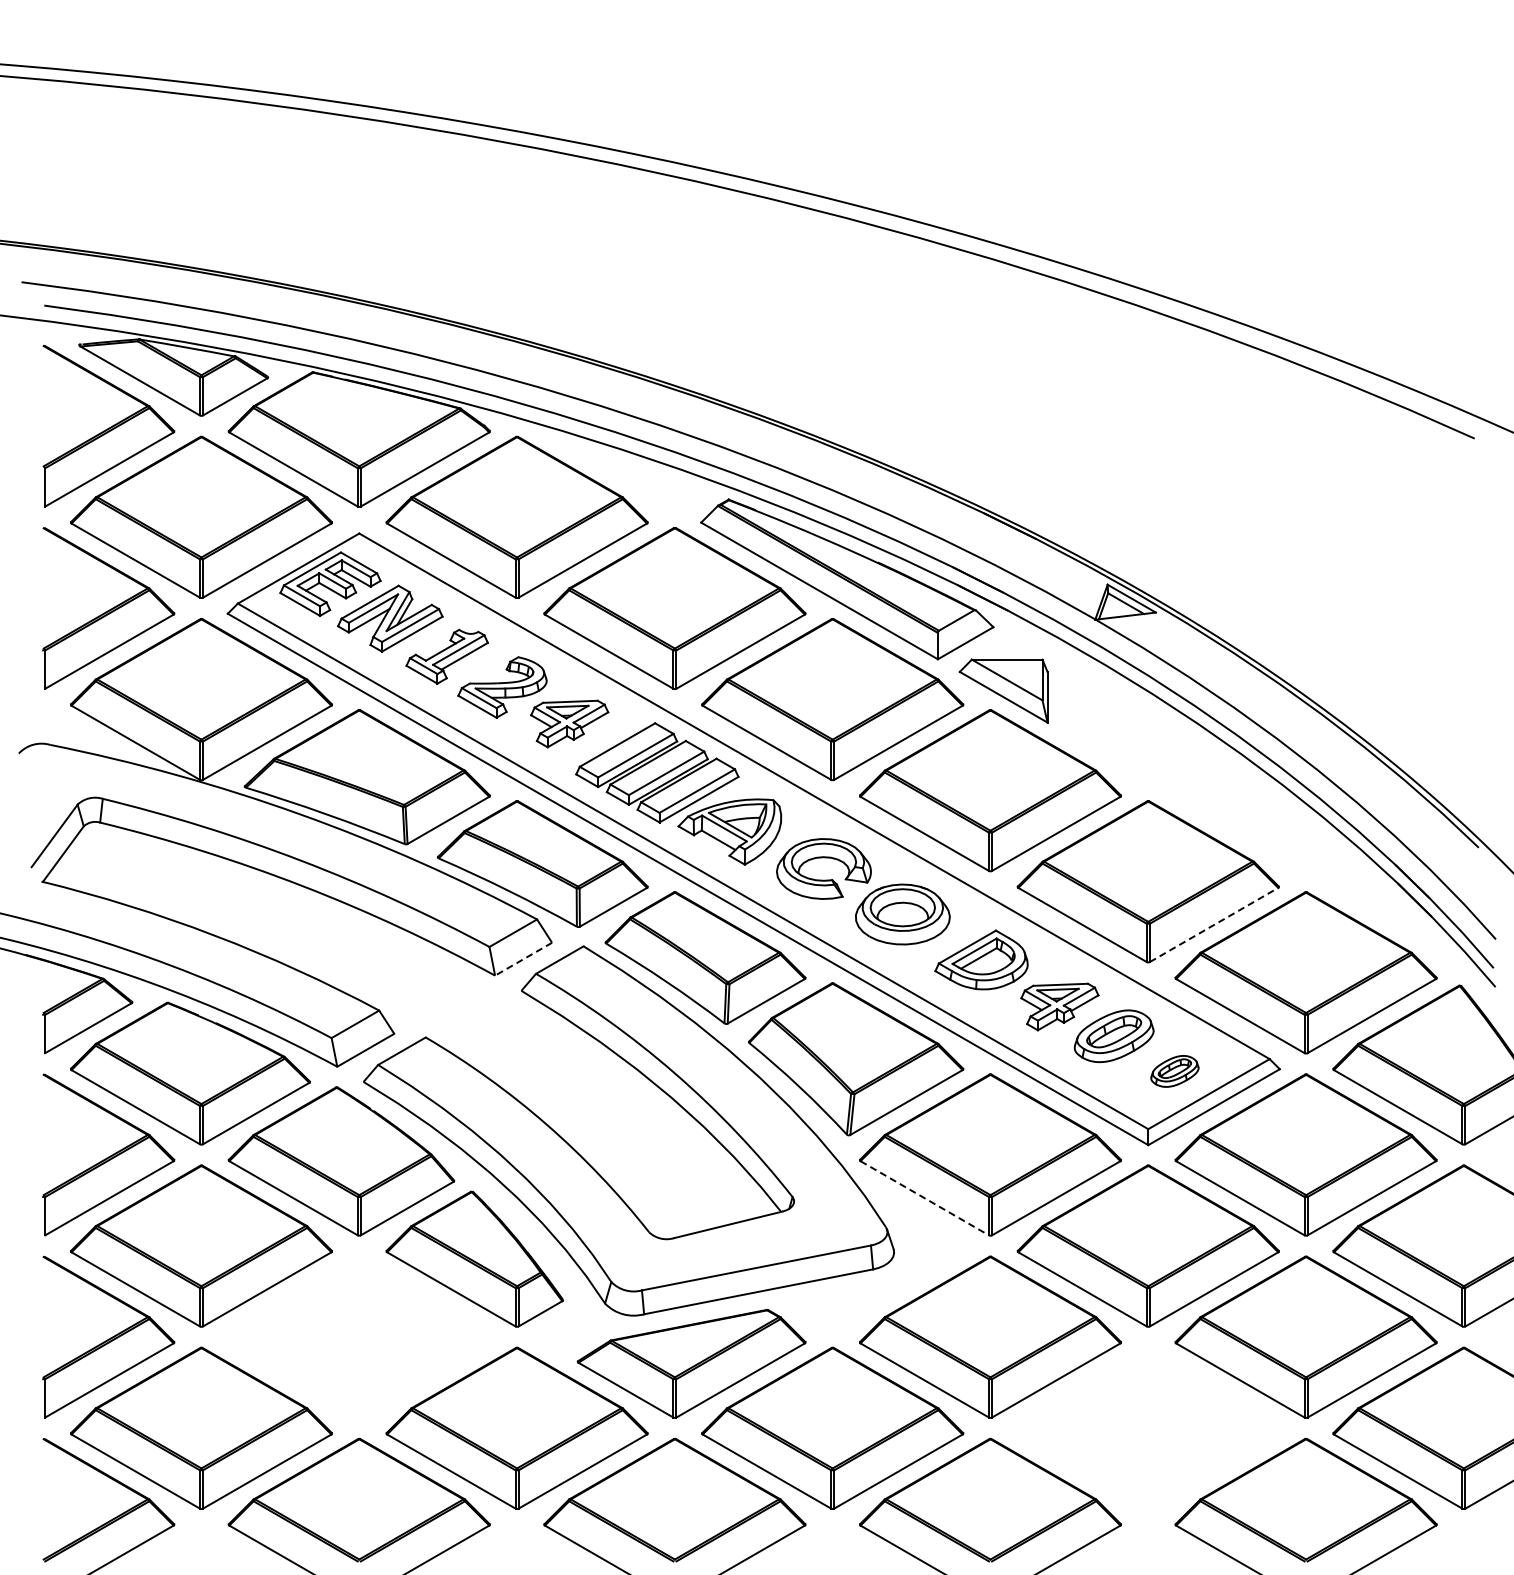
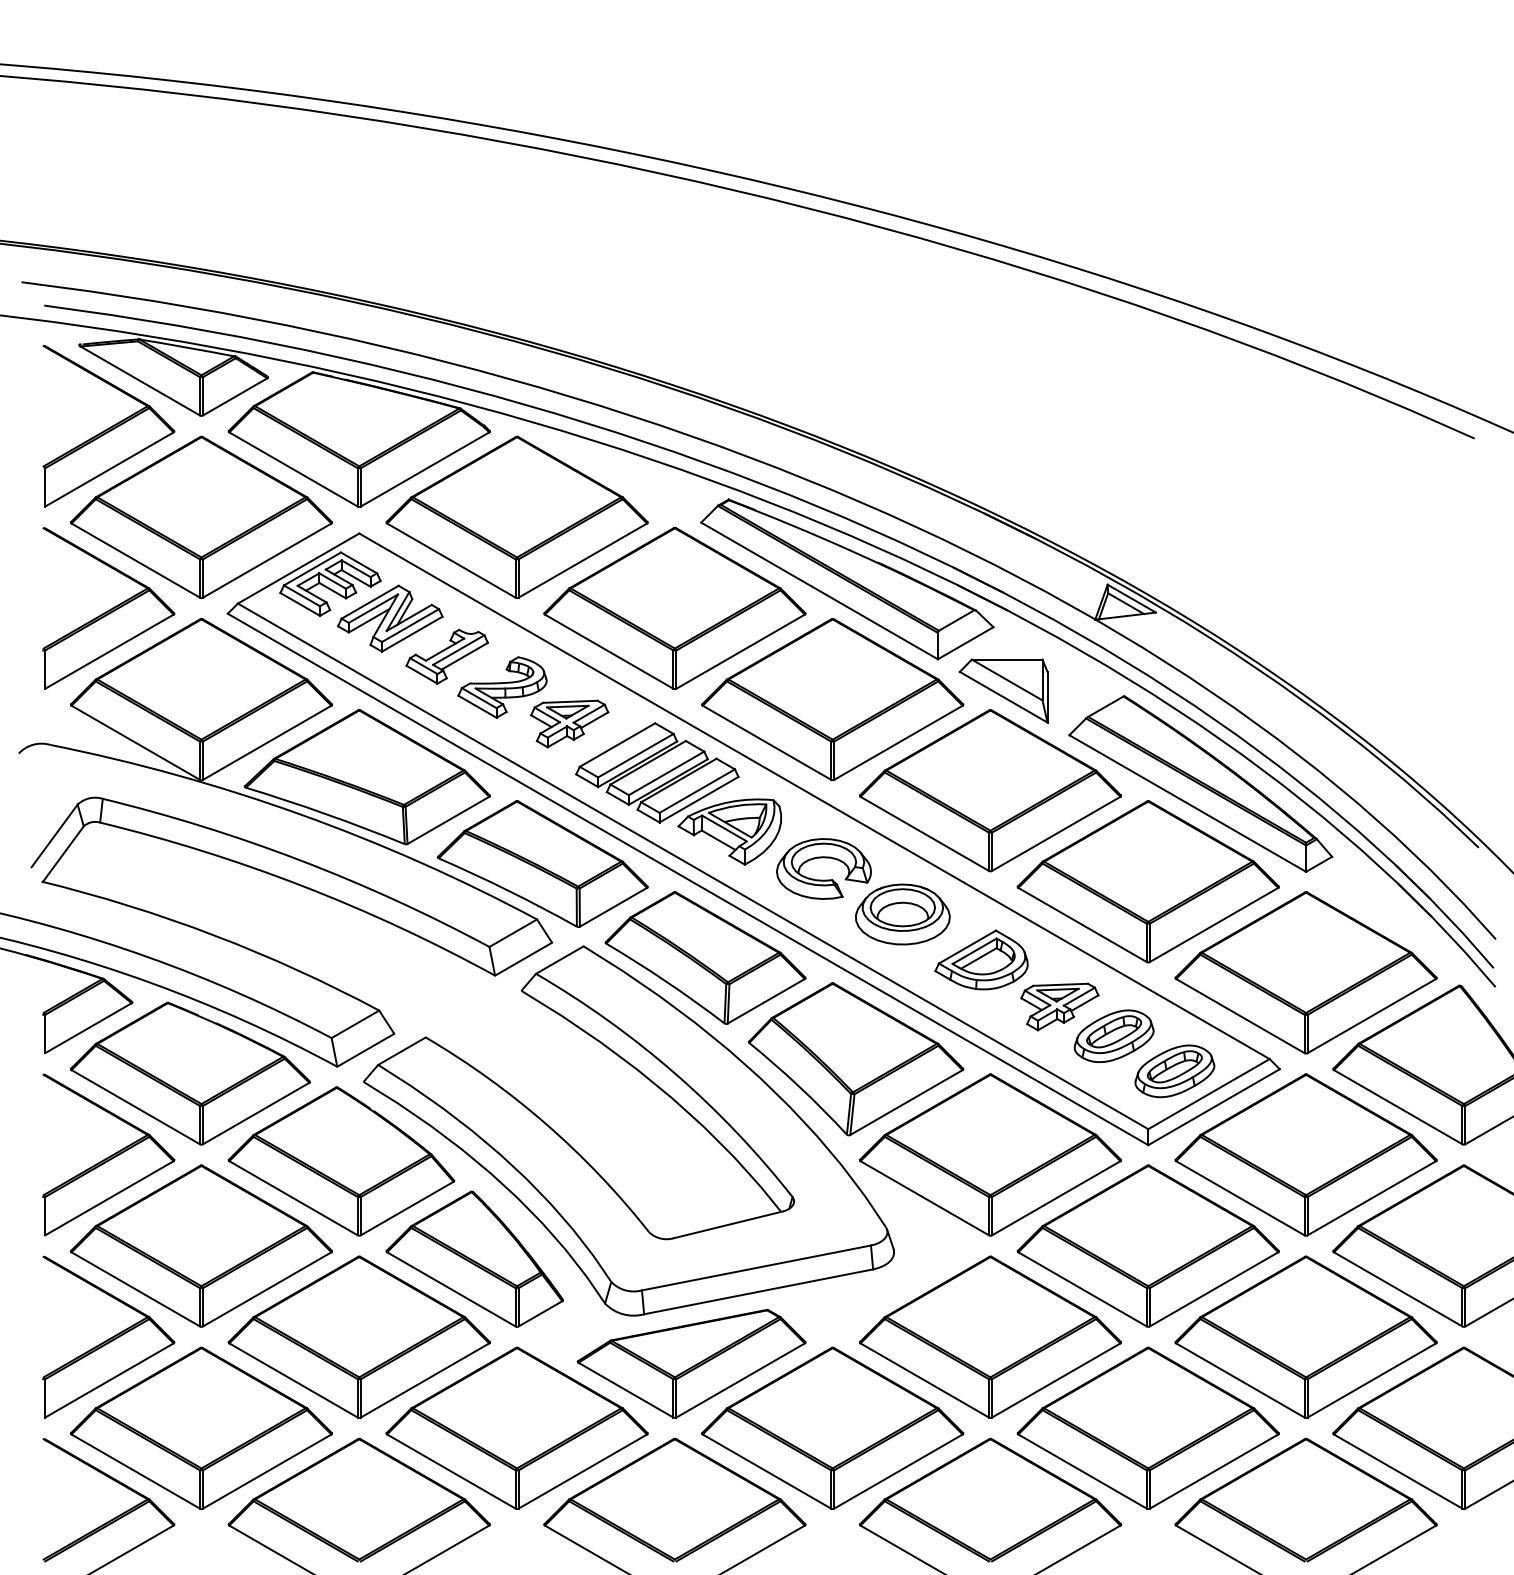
part at (1200, 783): none -> present
line at (1214, 924): dashed -> solid
line at (523, 959): dashed -> solid
part at (1174, 1071) size: 50x33 px -> 82x55 px
line at (925, 1198): dashed -> solid
part at (358, 1336): none -> present
part at (1147, 1427): none -> present
